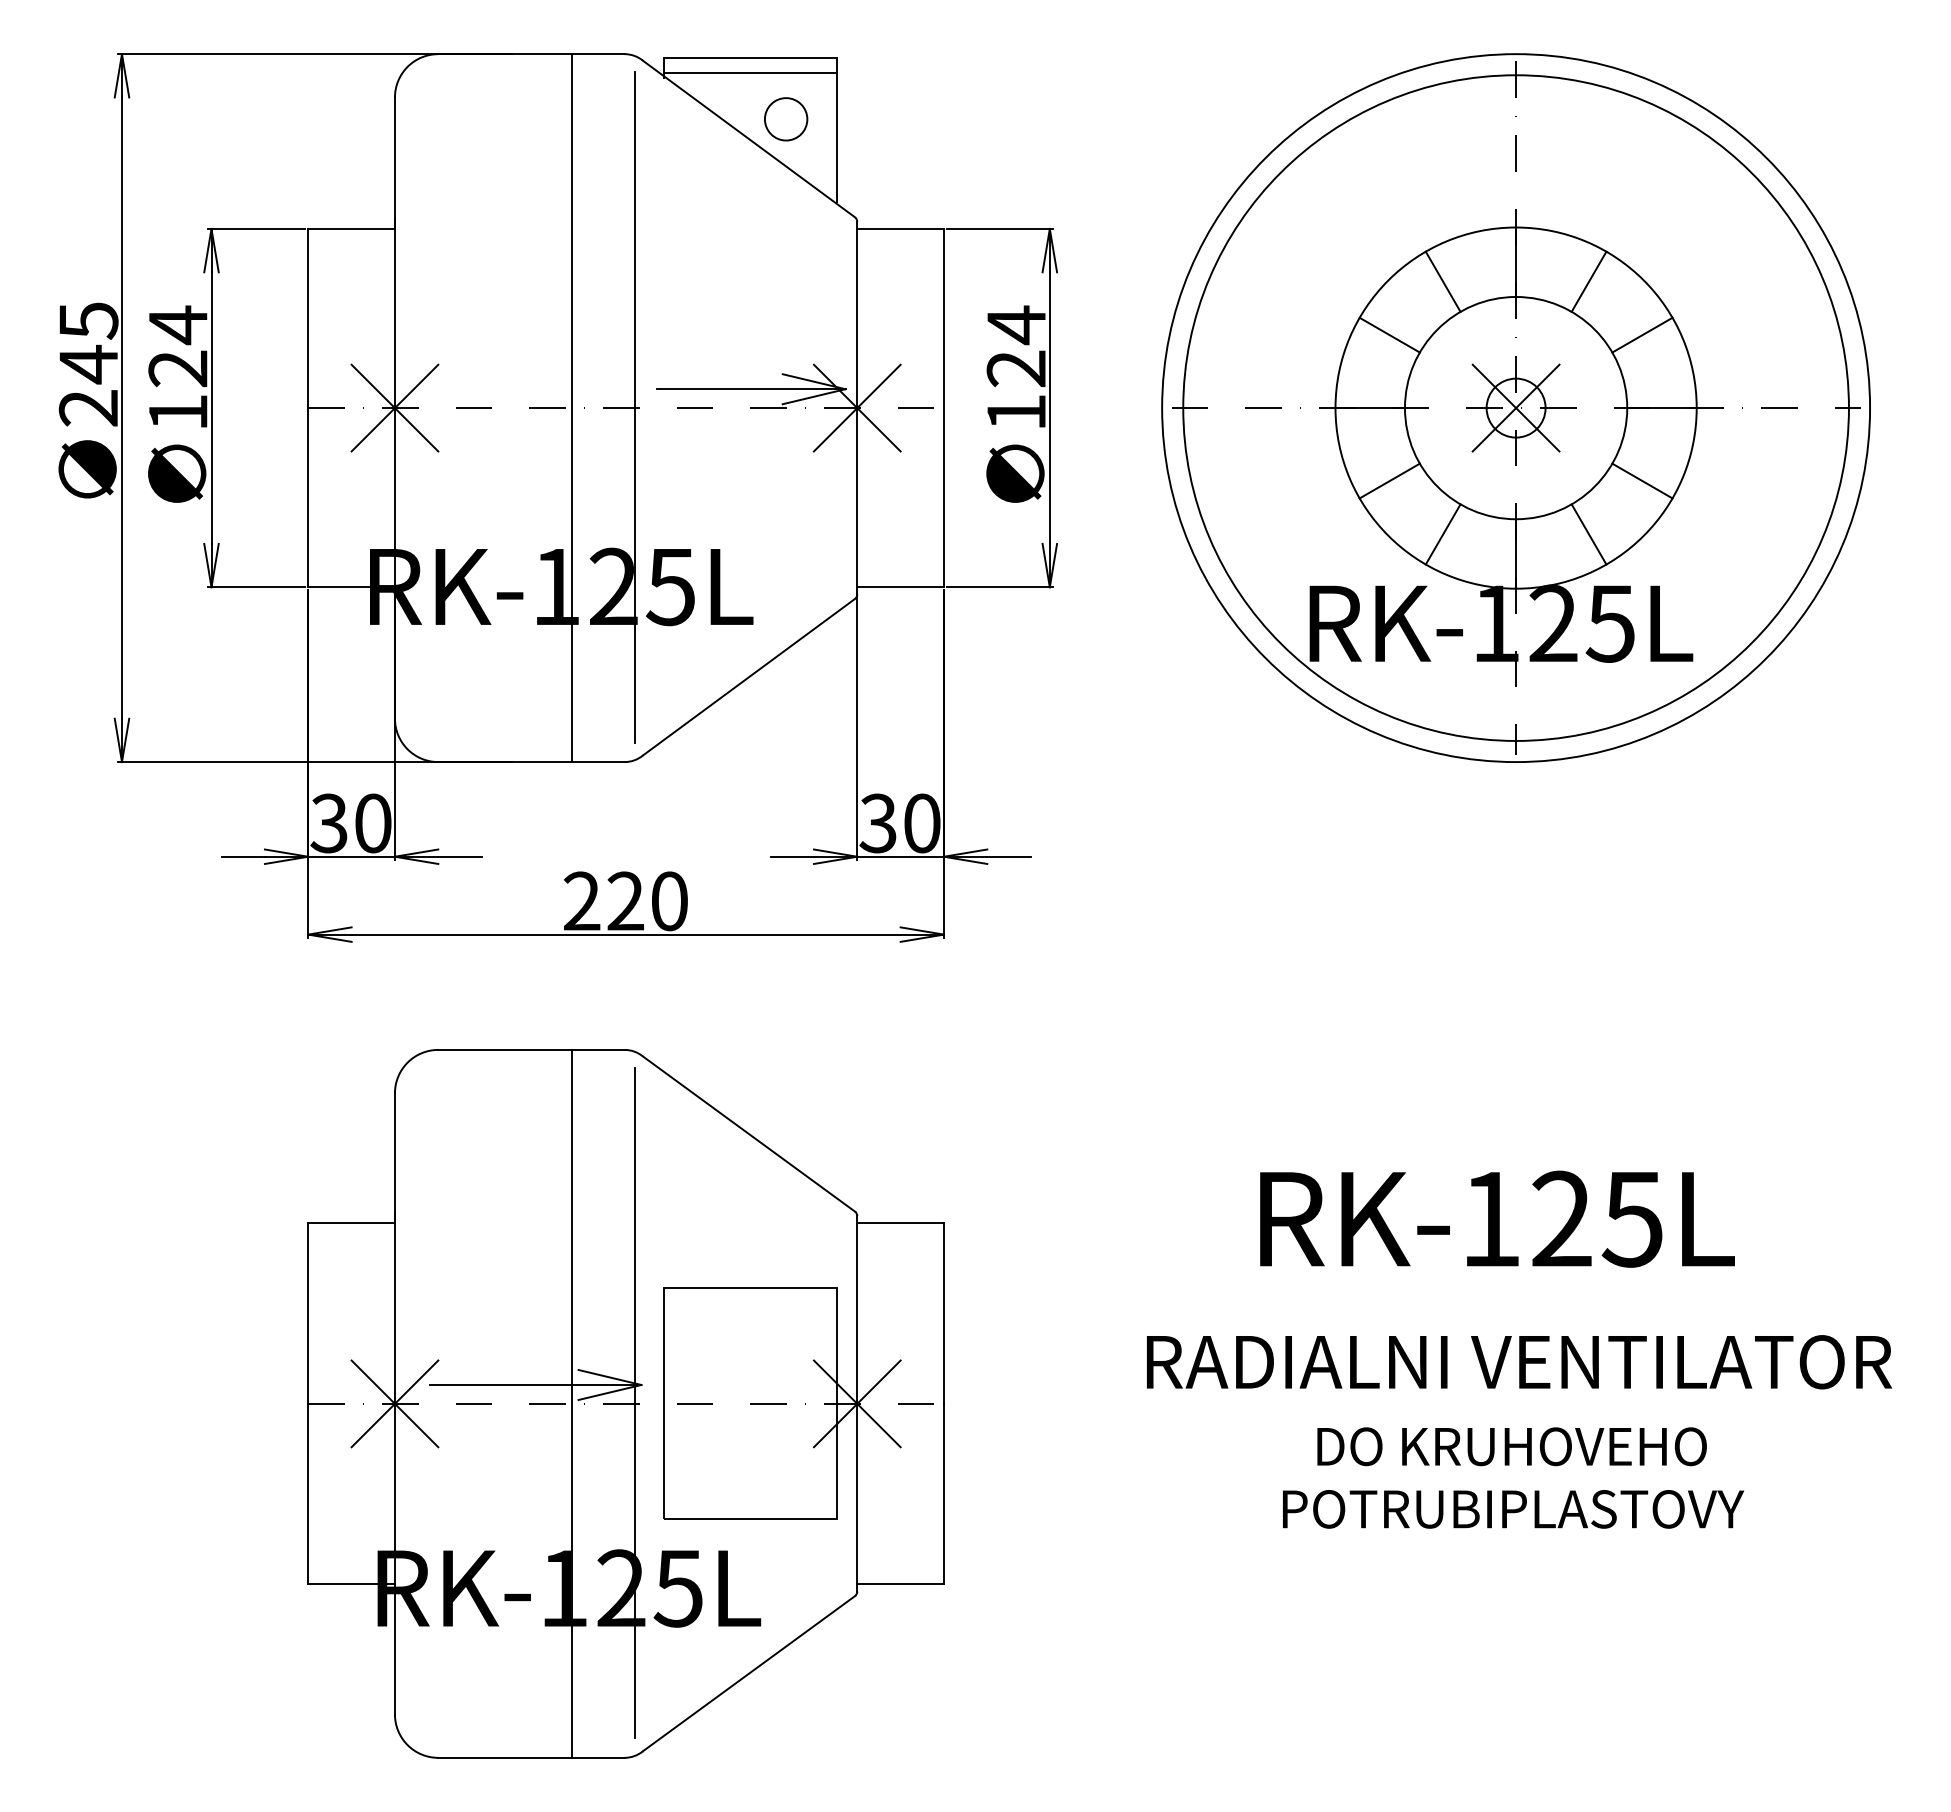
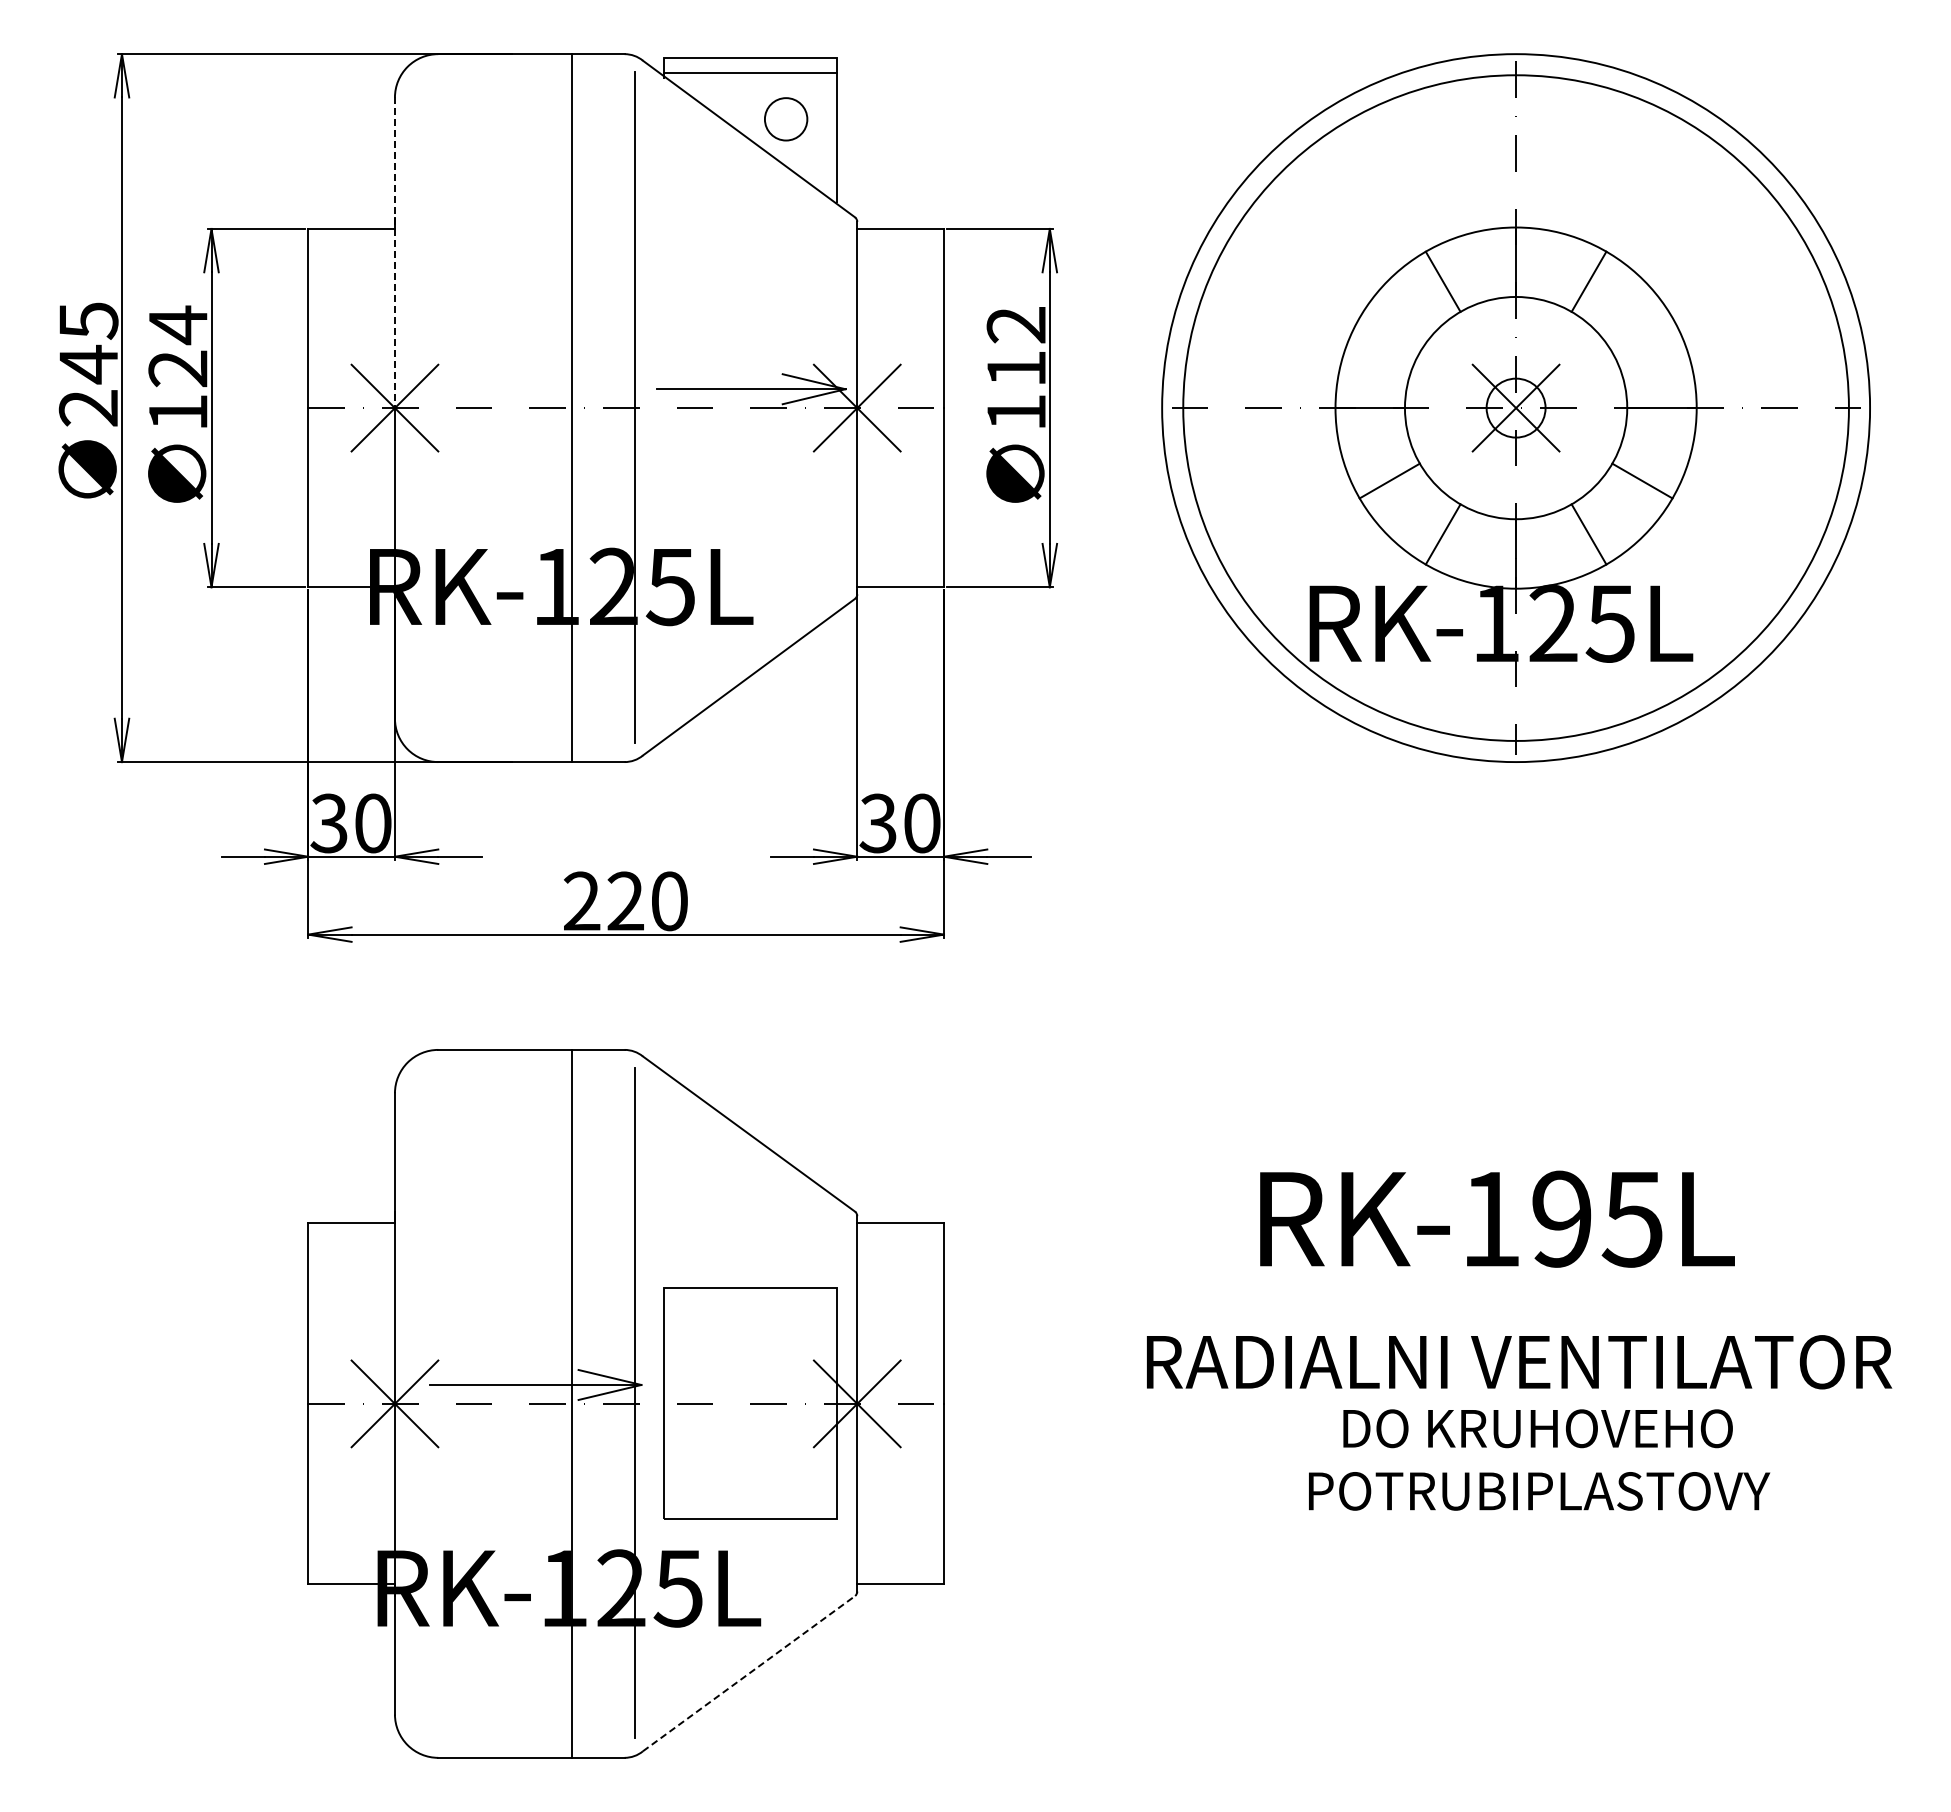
line at (394, 253): solid -> dashed
line at (1389, 334): present -> none
line at (1642, 334): present -> none
text at (1015, 346): 124 -> 112
text at (1561, 1219): RK-125L -> RK-195L
text at (1513, 1477) position: (1513, 1477) -> (1539, 1459)
line at (749, 1673): solid -> dashed
